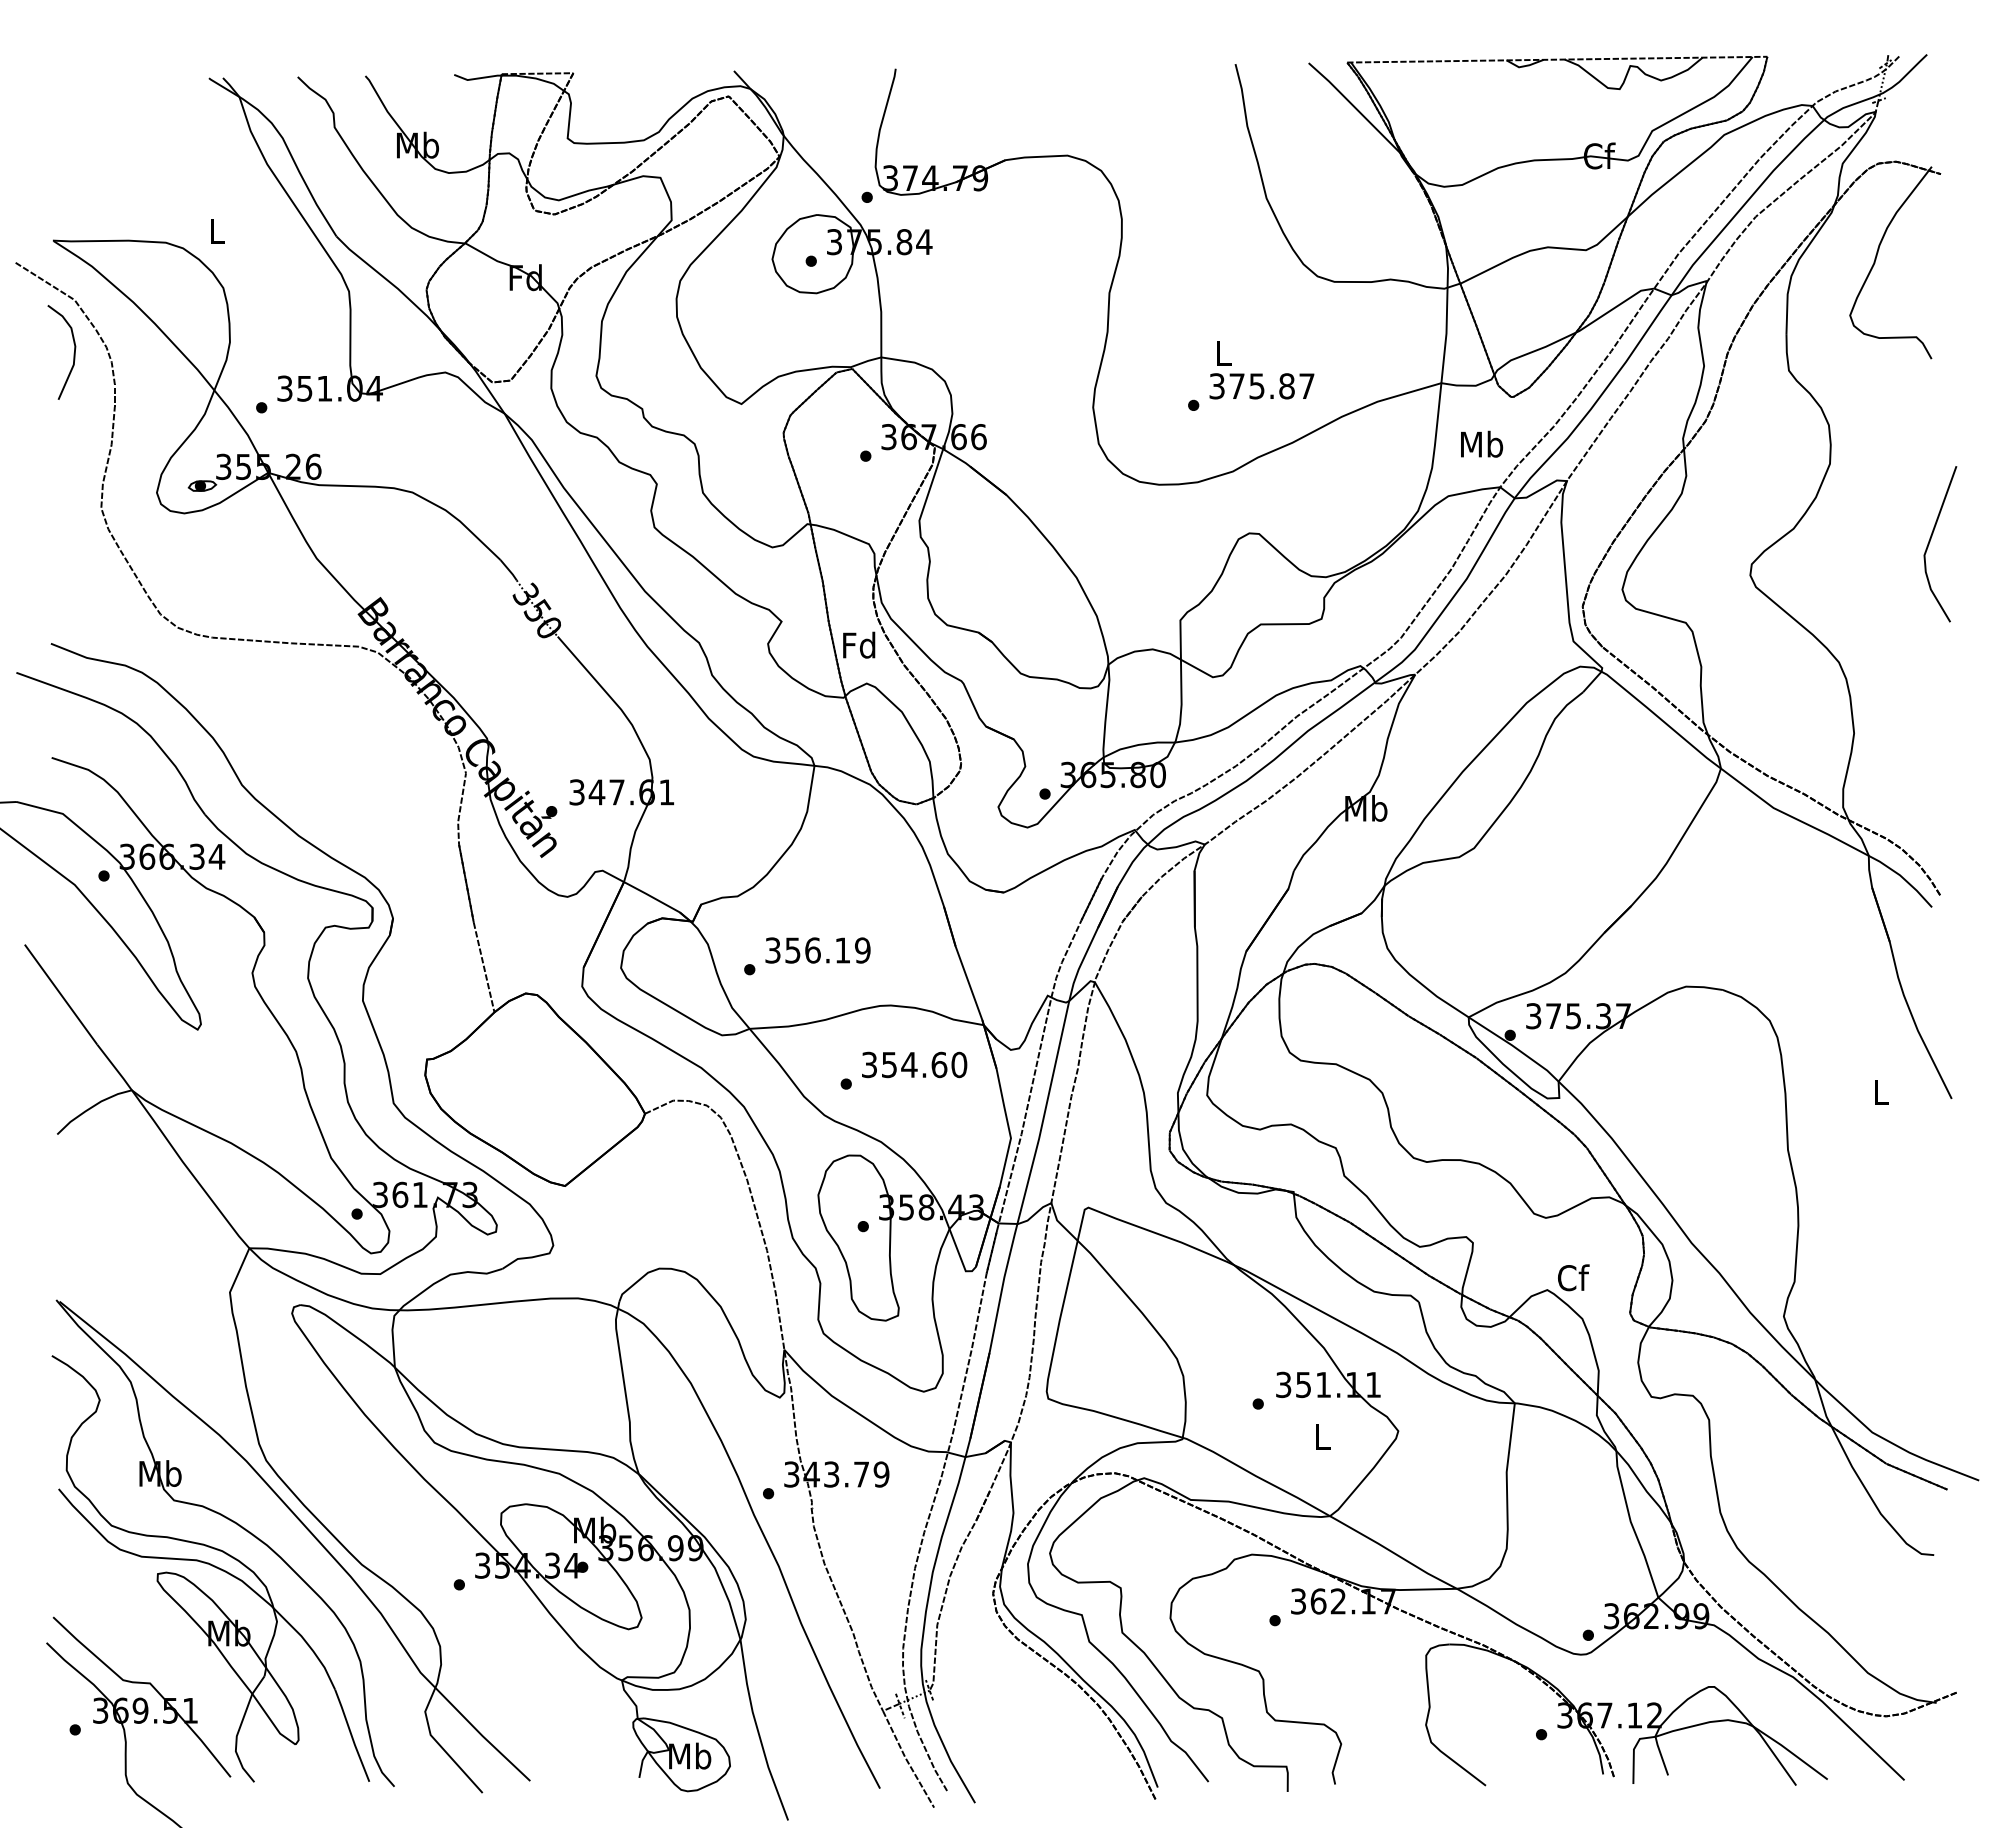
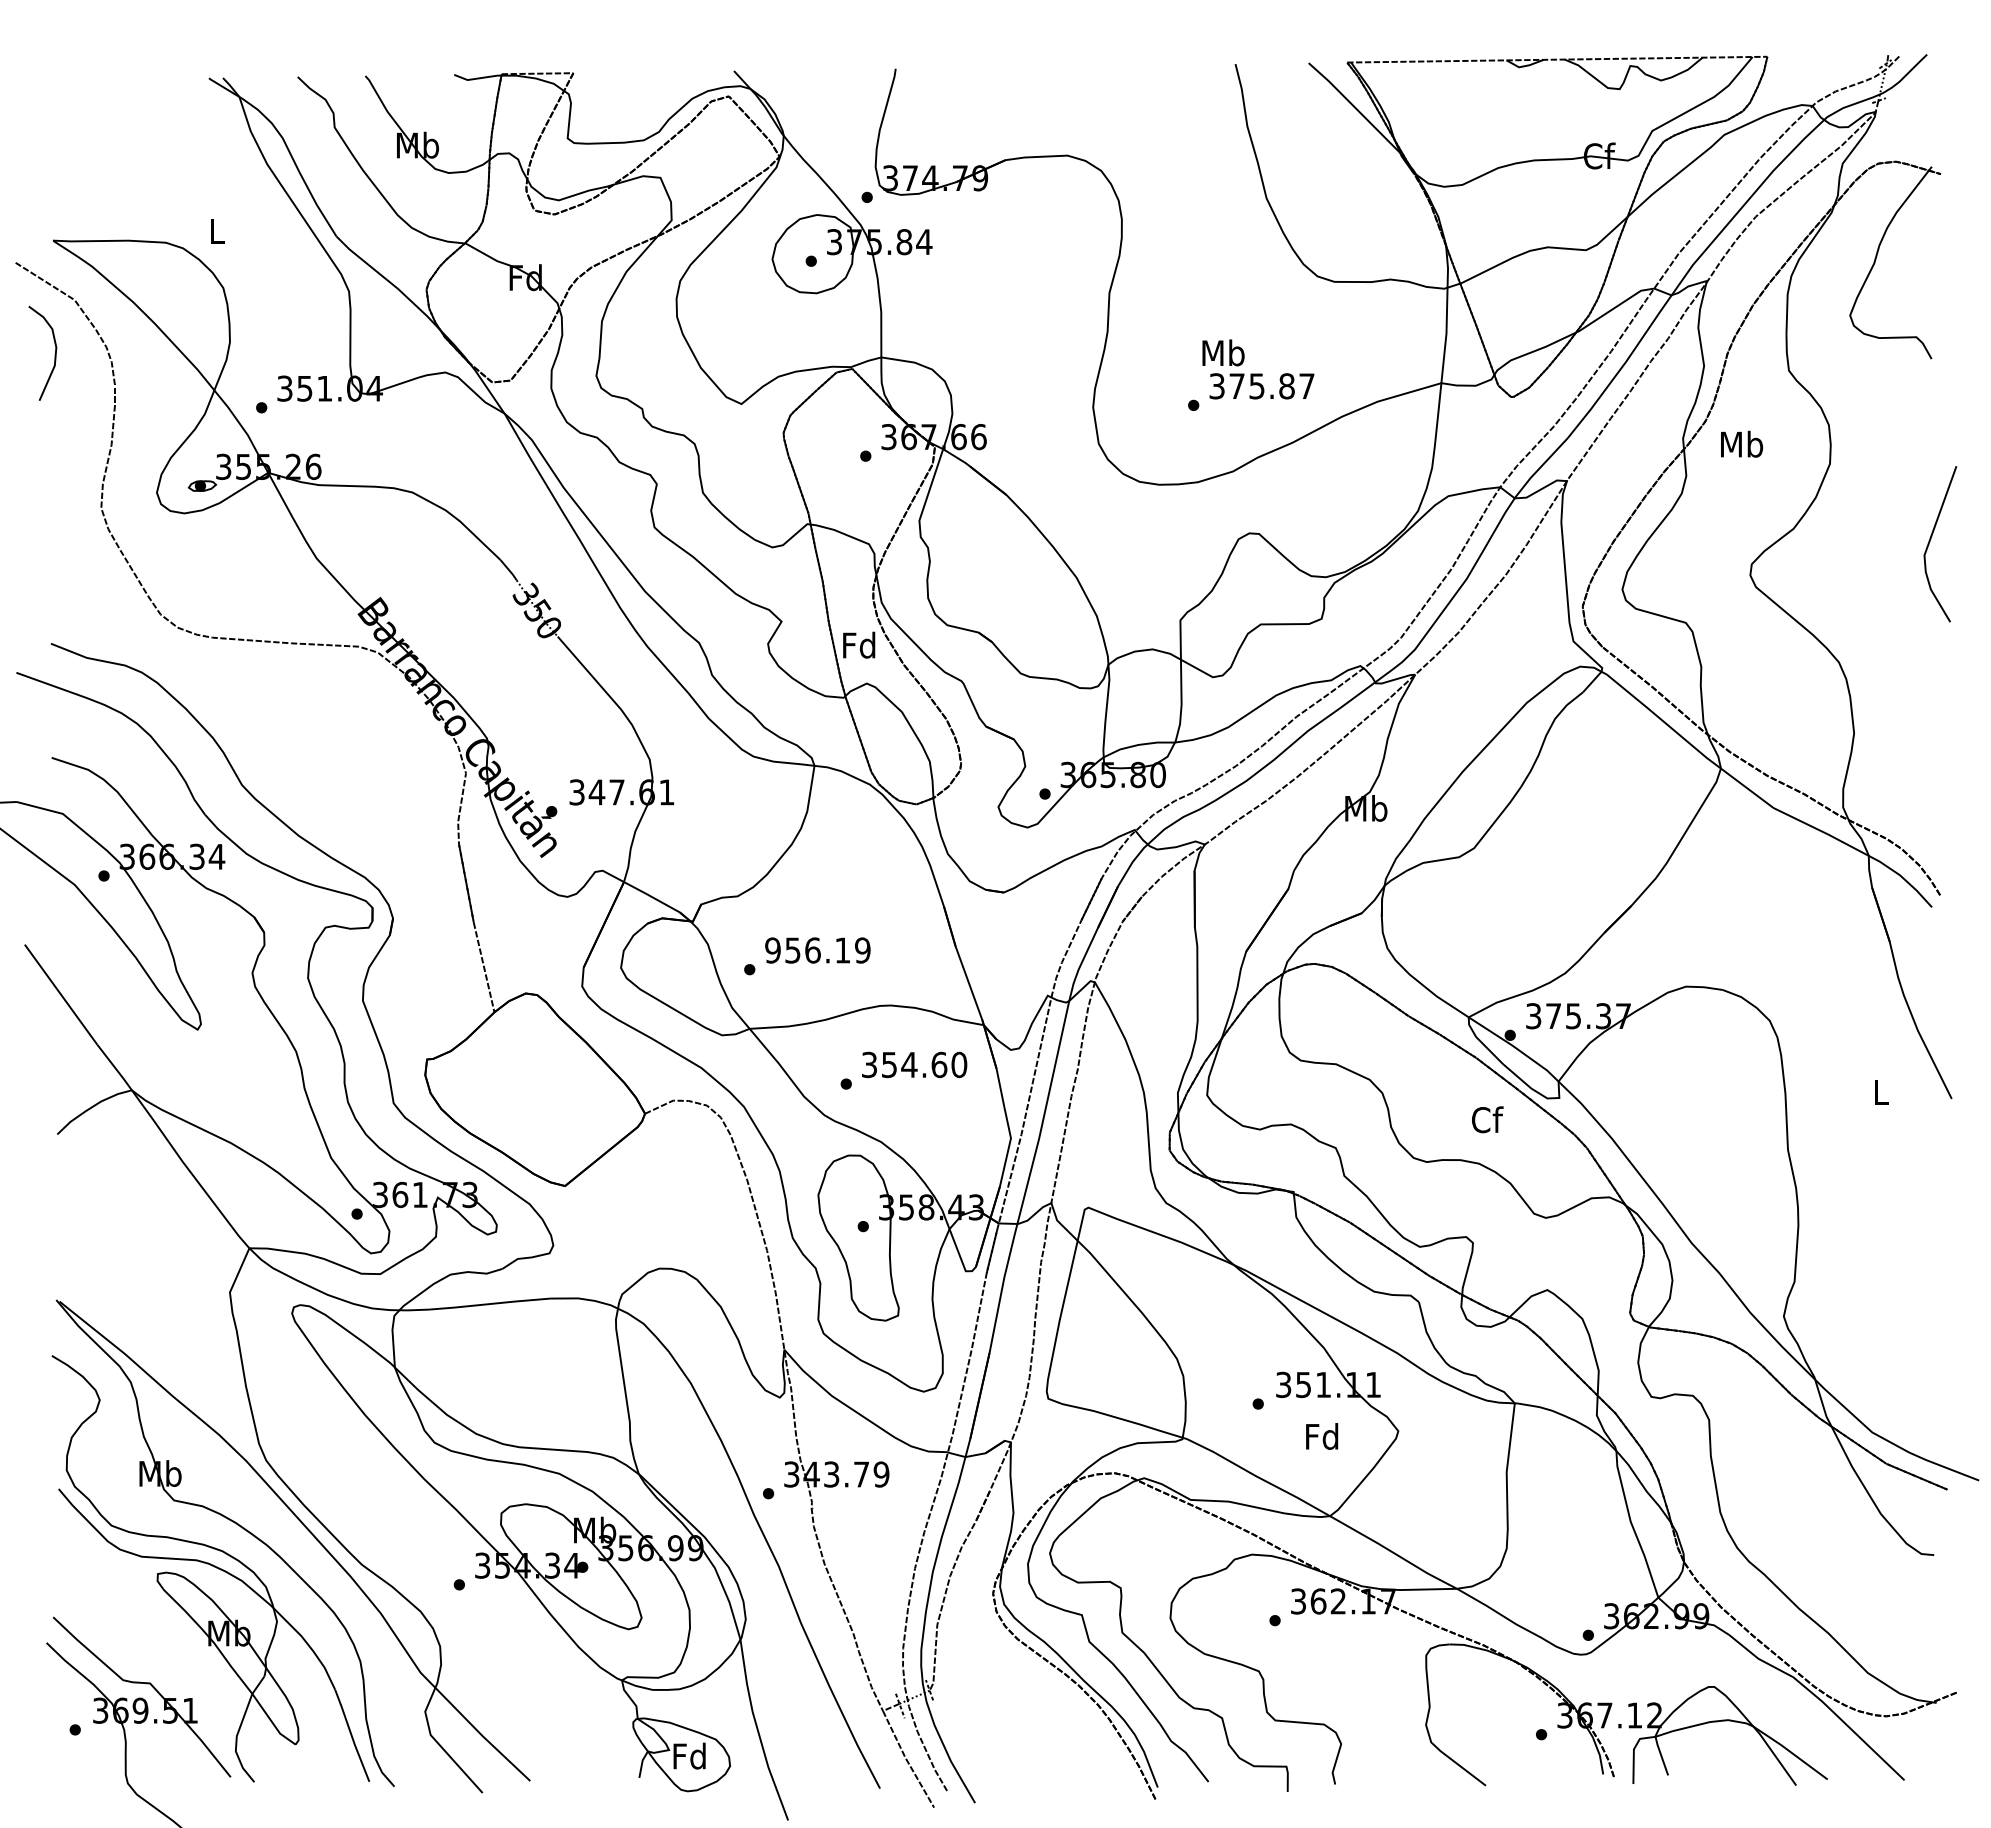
text at (1223, 352): L -> Mb
curve at (73, 353) position: (73, 353) -> (54, 354)
text at (1482, 443) position: (1482, 443) -> (1742, 443)
text at (772, 950): 356.19 -> 956.19
text at (1573, 1277) position: (1573, 1277) -> (1487, 1119)
text at (1322, 1436): L -> Fd
text at (690, 1755): Mb -> Fd
